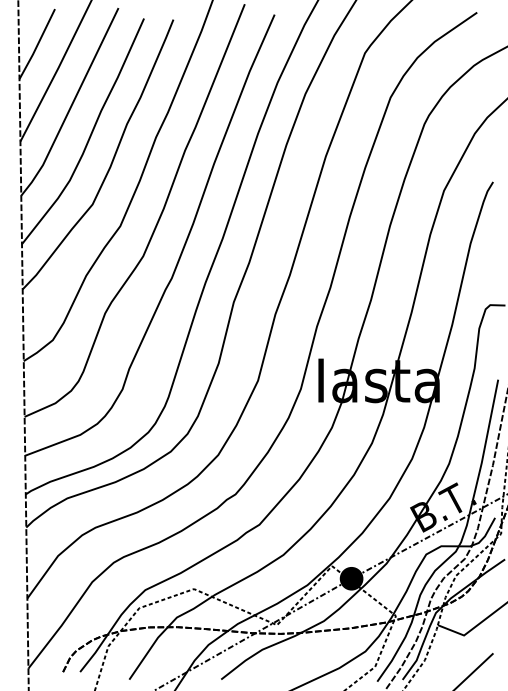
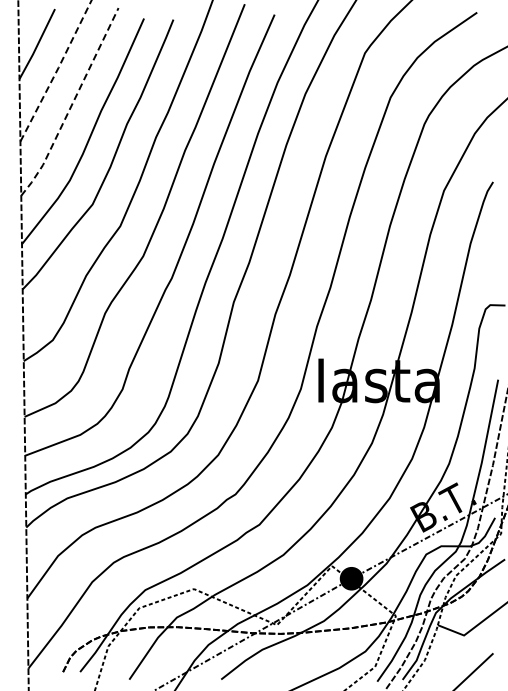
line at (57, 70): solid -> dashed
line at (71, 105): solid -> dashed
